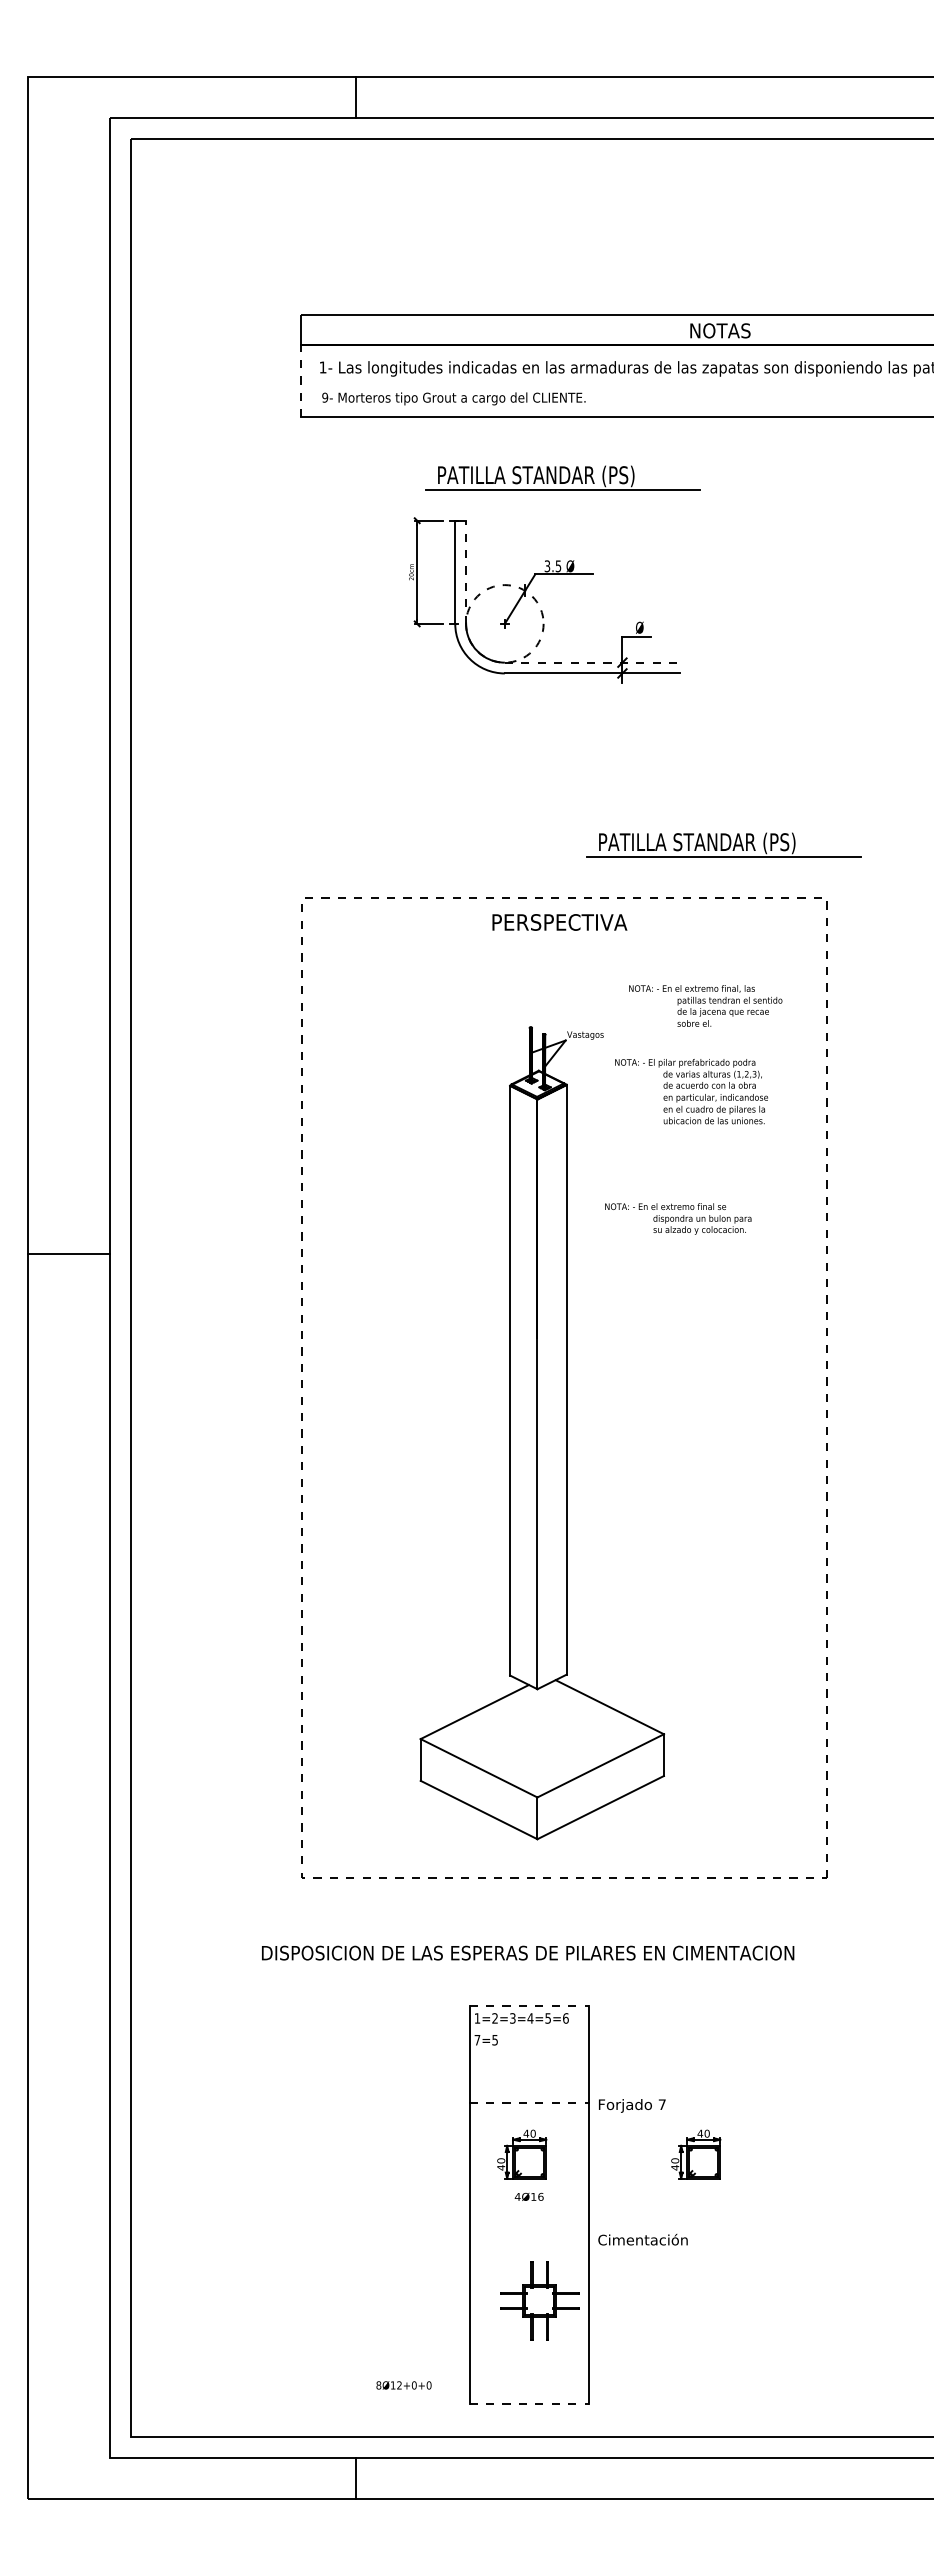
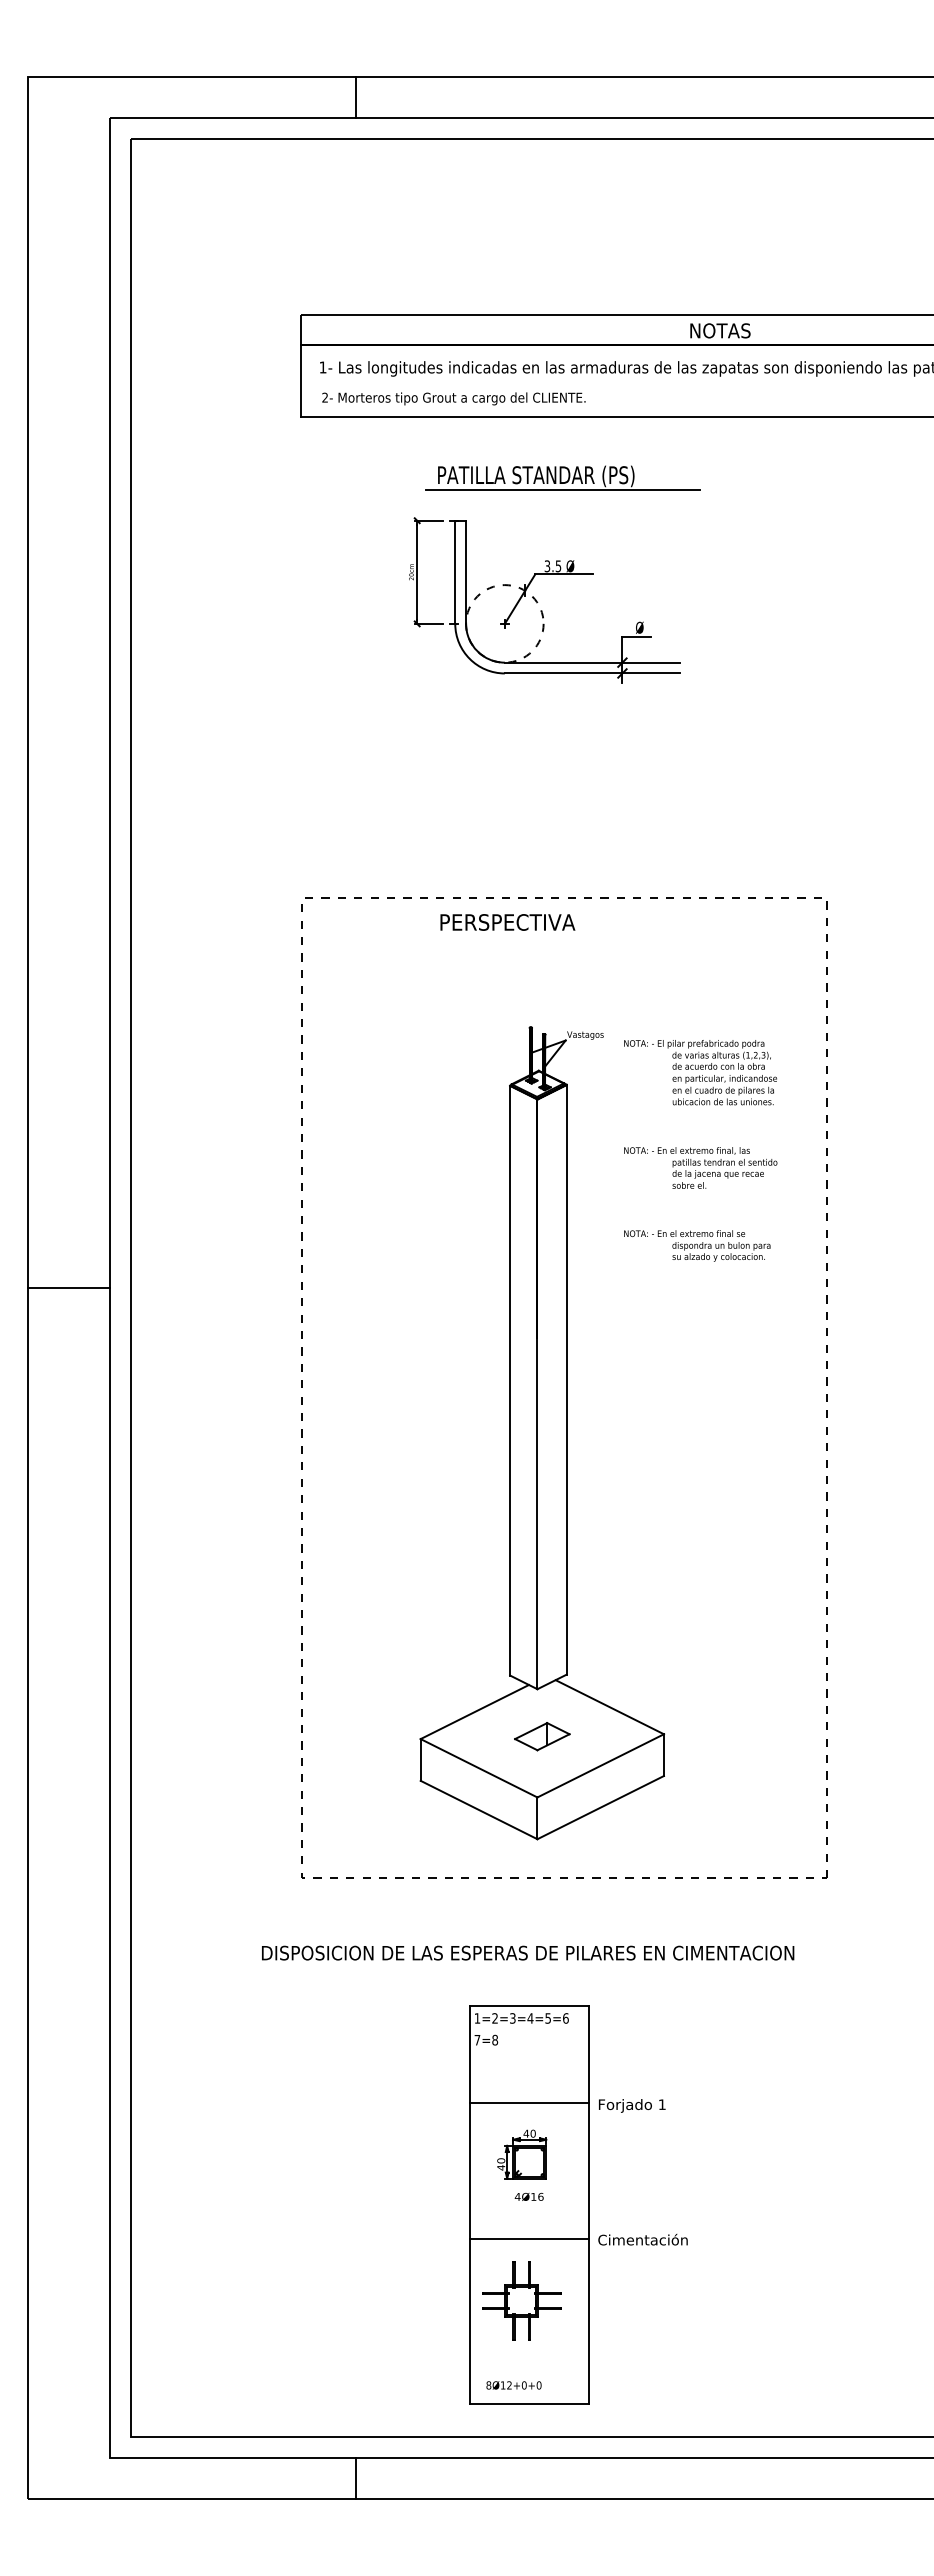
line at (300, 380): dashed -> solid
text at (325, 397): 9- -> 2-
line at (466, 572): dashed -> solid
line at (592, 662): dashed -> solid
part at (723, 844): present -> none
text at (559, 922) position: (559, 922) -> (507, 922)
text at (705, 1005) position: (705, 1005) -> (700, 1167)
text at (691, 1091) position: (691, 1091) -> (700, 1072)
text at (678, 1218) position: (678, 1218) -> (697, 1245)
line at (68, 1254) position: (68, 1254) -> (68, 1288)
part at (542, 1736): none -> present
line at (529, 2006): dashed -> solid
text at (495, 2039): 7=5 -> 7=8
line at (529, 2103): dashed -> solid
text at (661, 2104): 7 -> 1
part at (696, 2154): present -> none
line at (529, 2238): none -> present
part at (539, 2300) position: (539, 2300) -> (521, 2300)
text at (403, 2385) position: (403, 2385) -> (513, 2385)
line at (529, 2403): dashed -> solid
